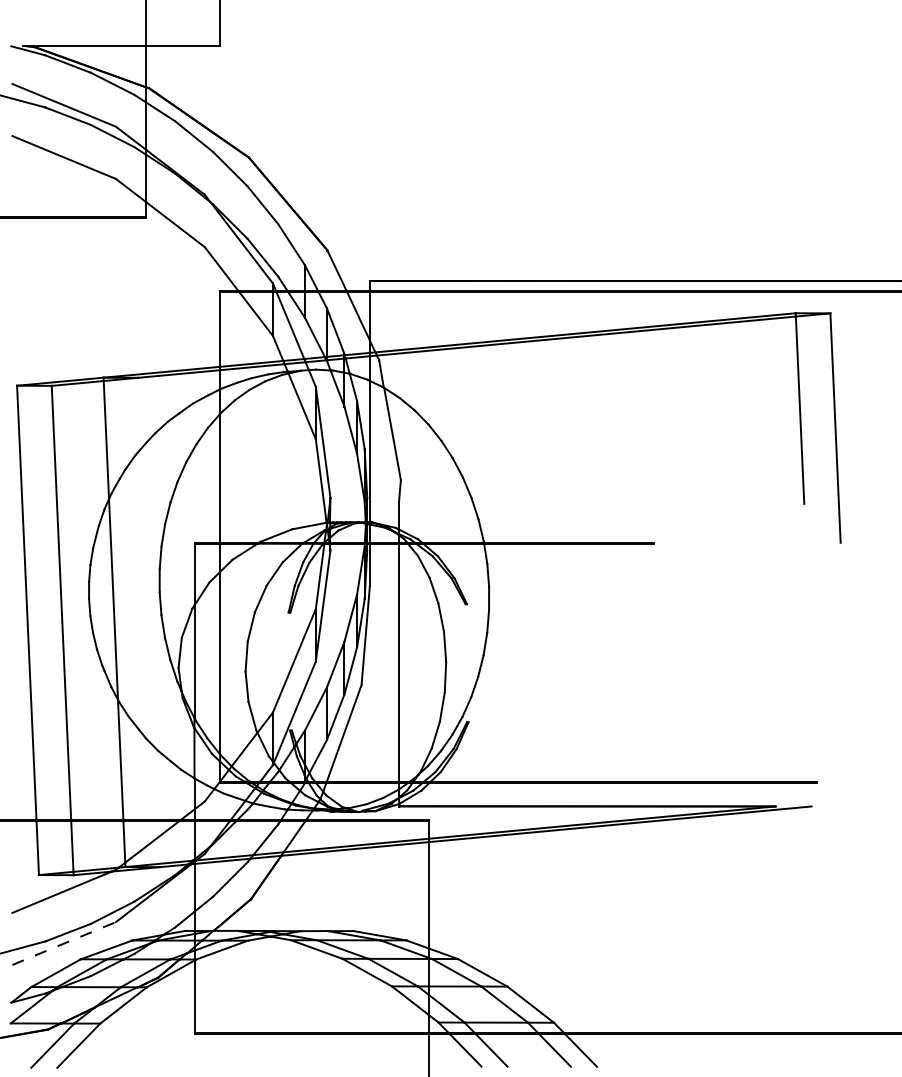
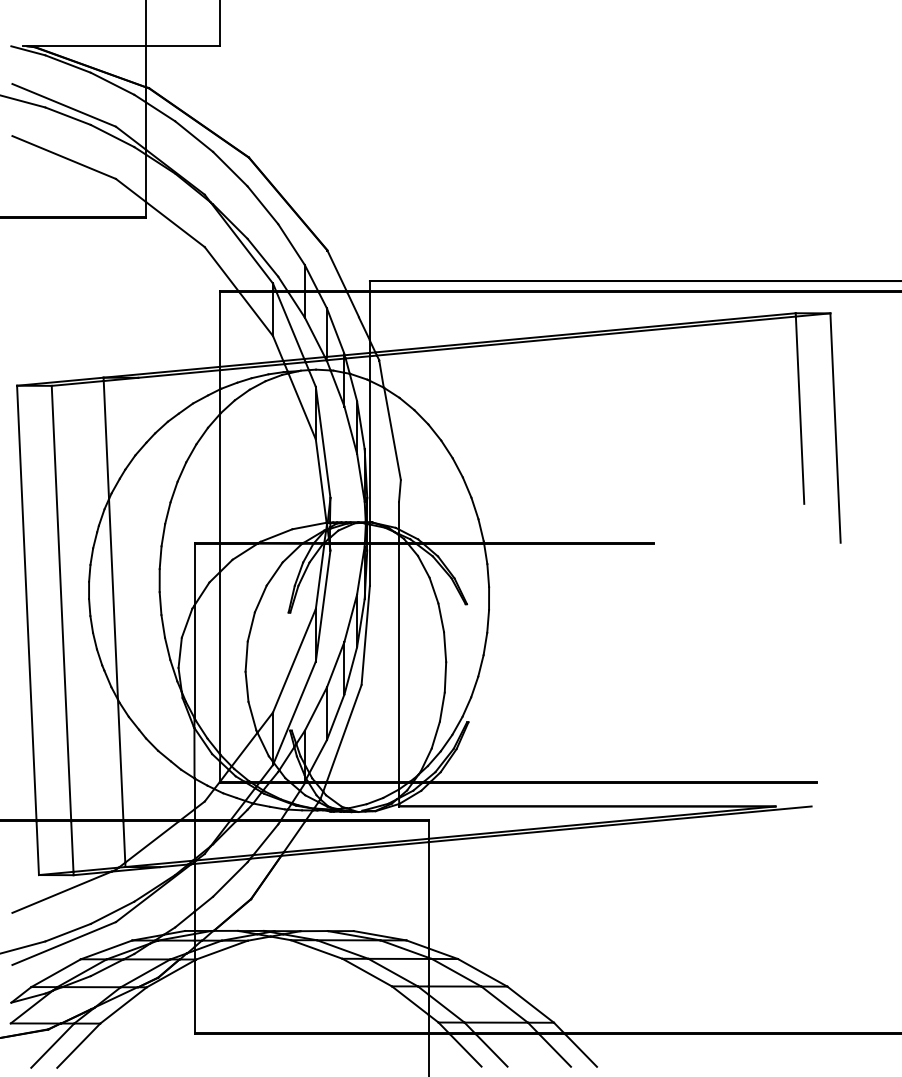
line at (64, 943): dashed -> solid
